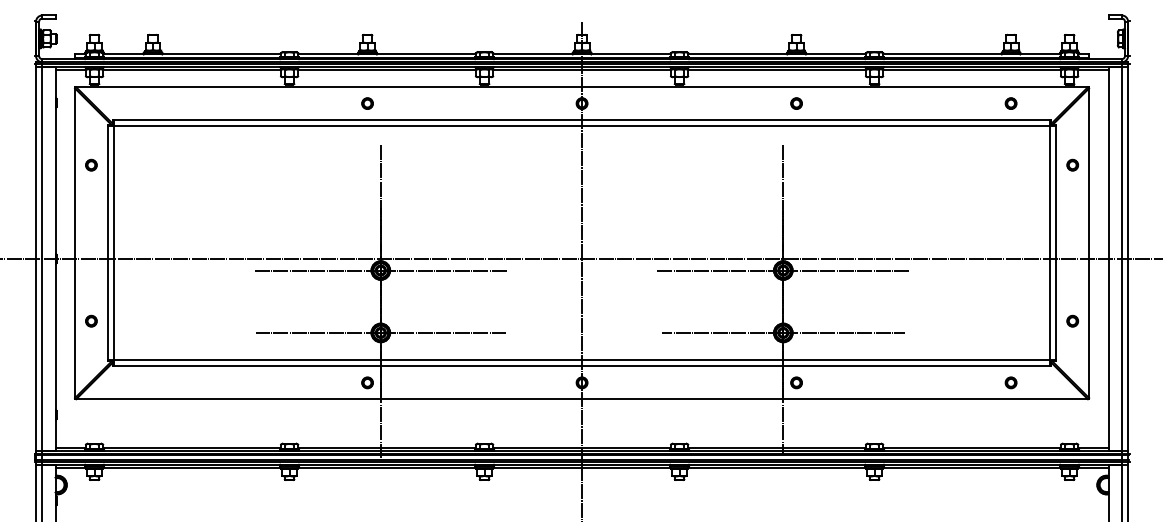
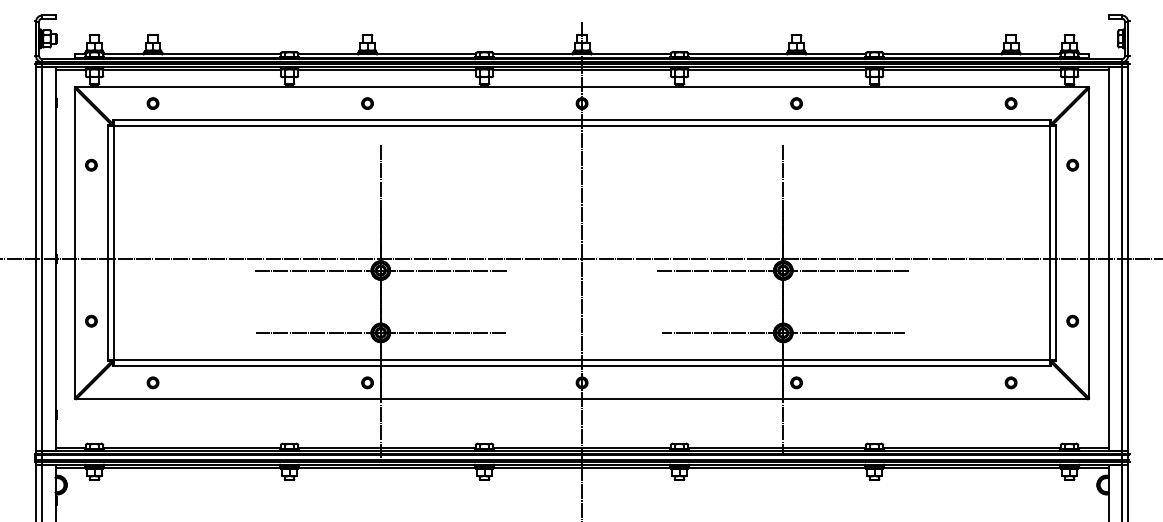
part at (152, 103): none -> present
part at (152, 382): none -> present
